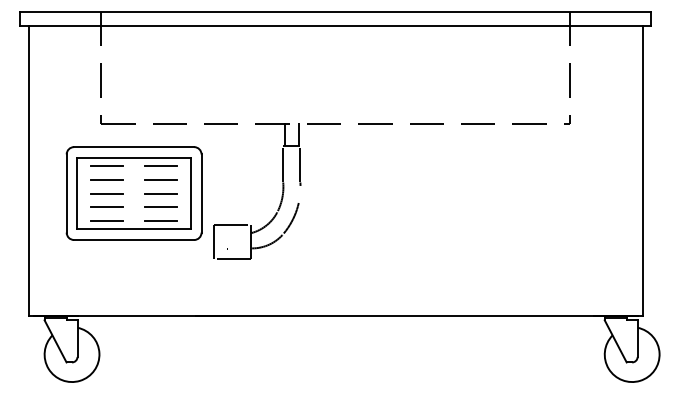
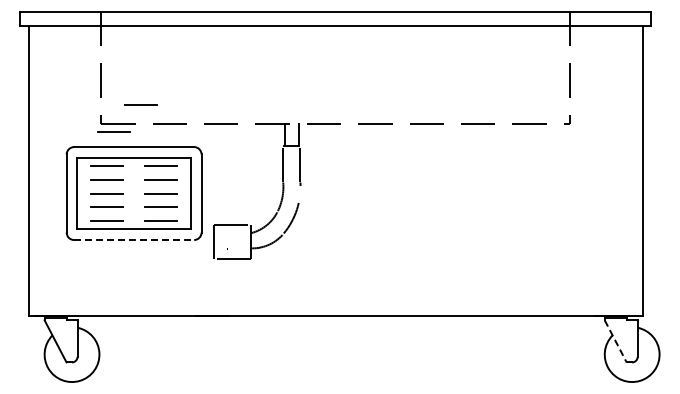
line at (140, 104): none -> present
line at (113, 131): none -> present
line at (134, 240): solid -> dashed
line at (615, 341): solid -> dashed
